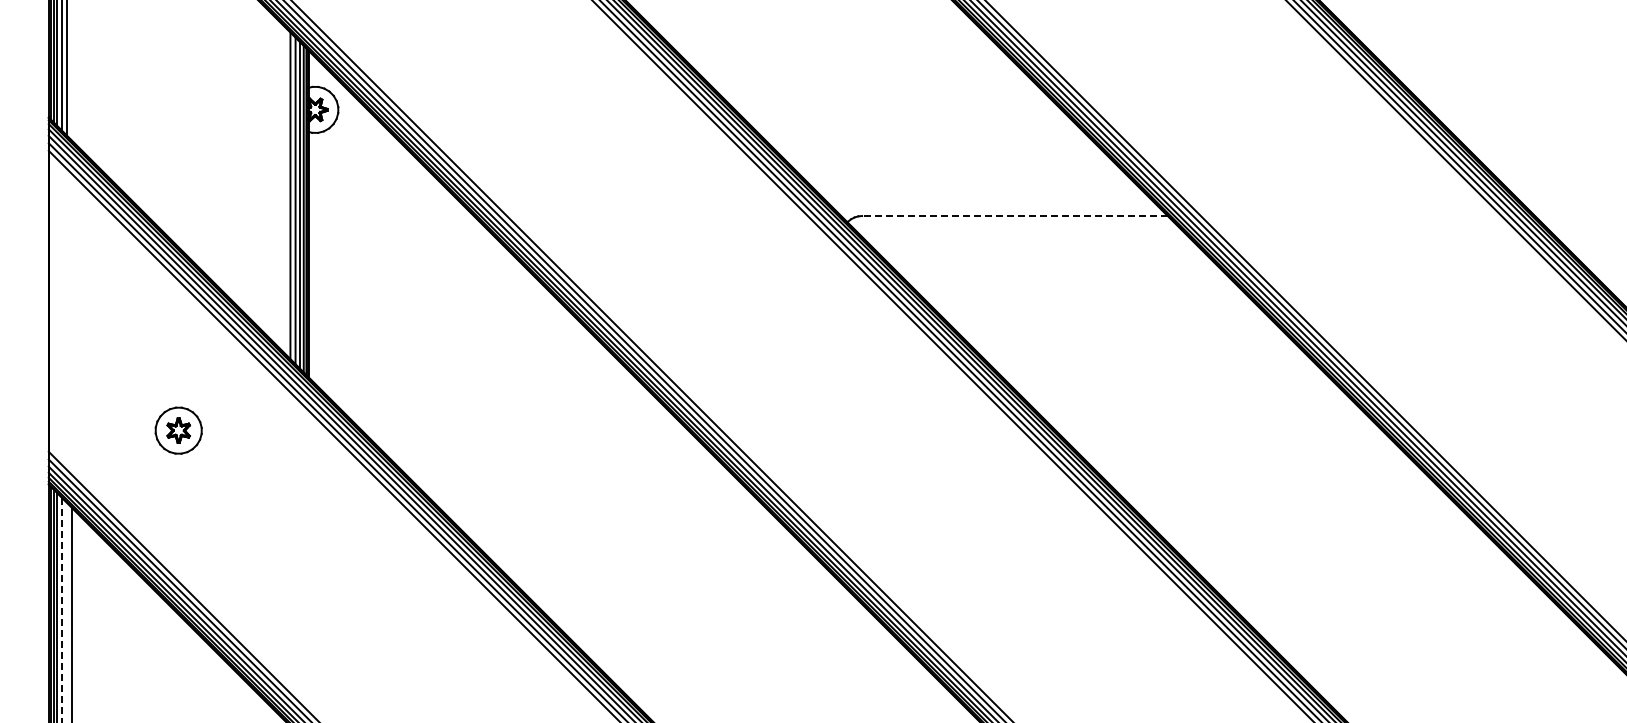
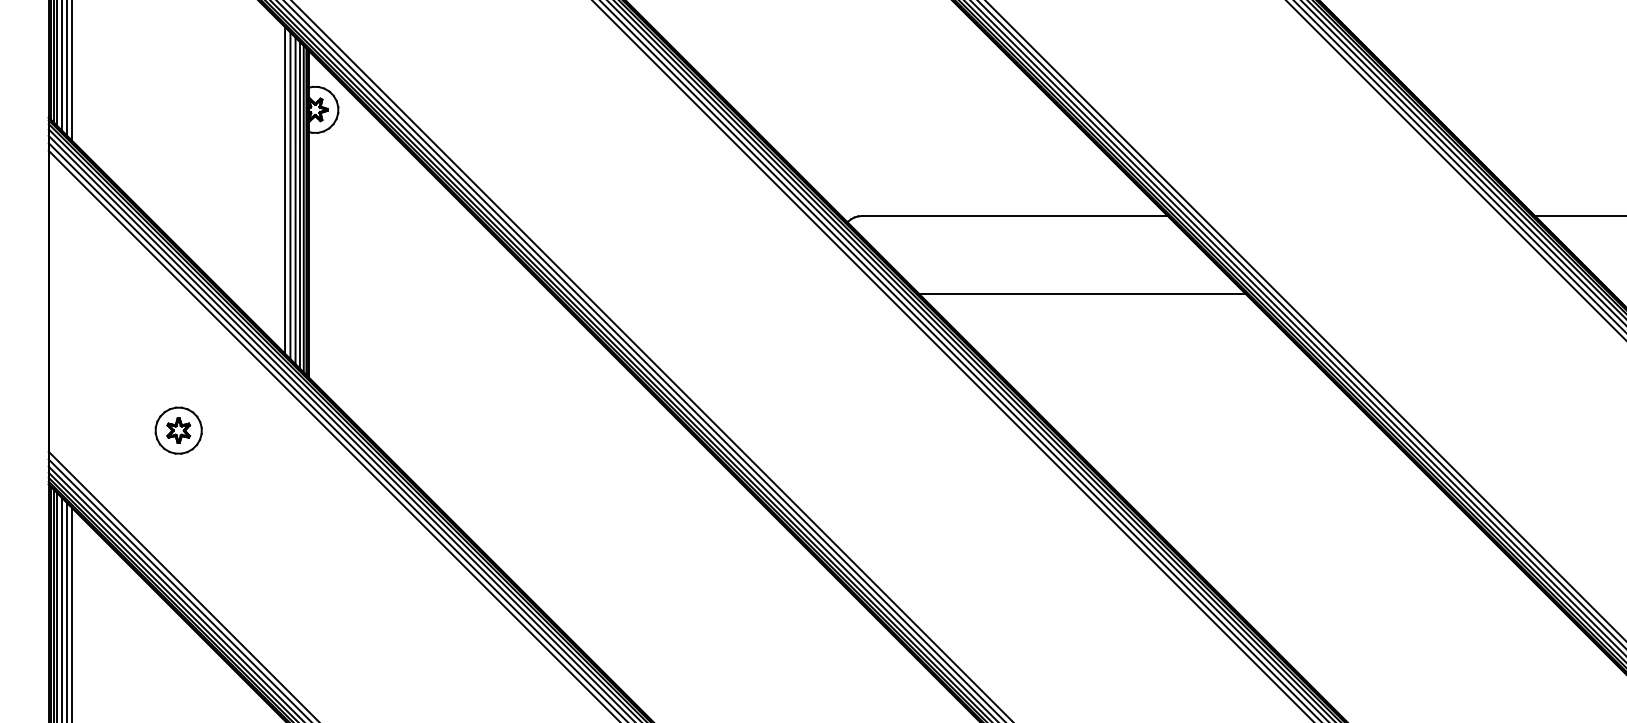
line at (72, 71): none -> present
line at (285, 190): none -> present
line at (1014, 216): dashed -> solid
line at (1579, 216): none -> present
line at (1082, 293): none -> present
line at (61, 610): dashed -> solid
line at (67, 610): none -> present
